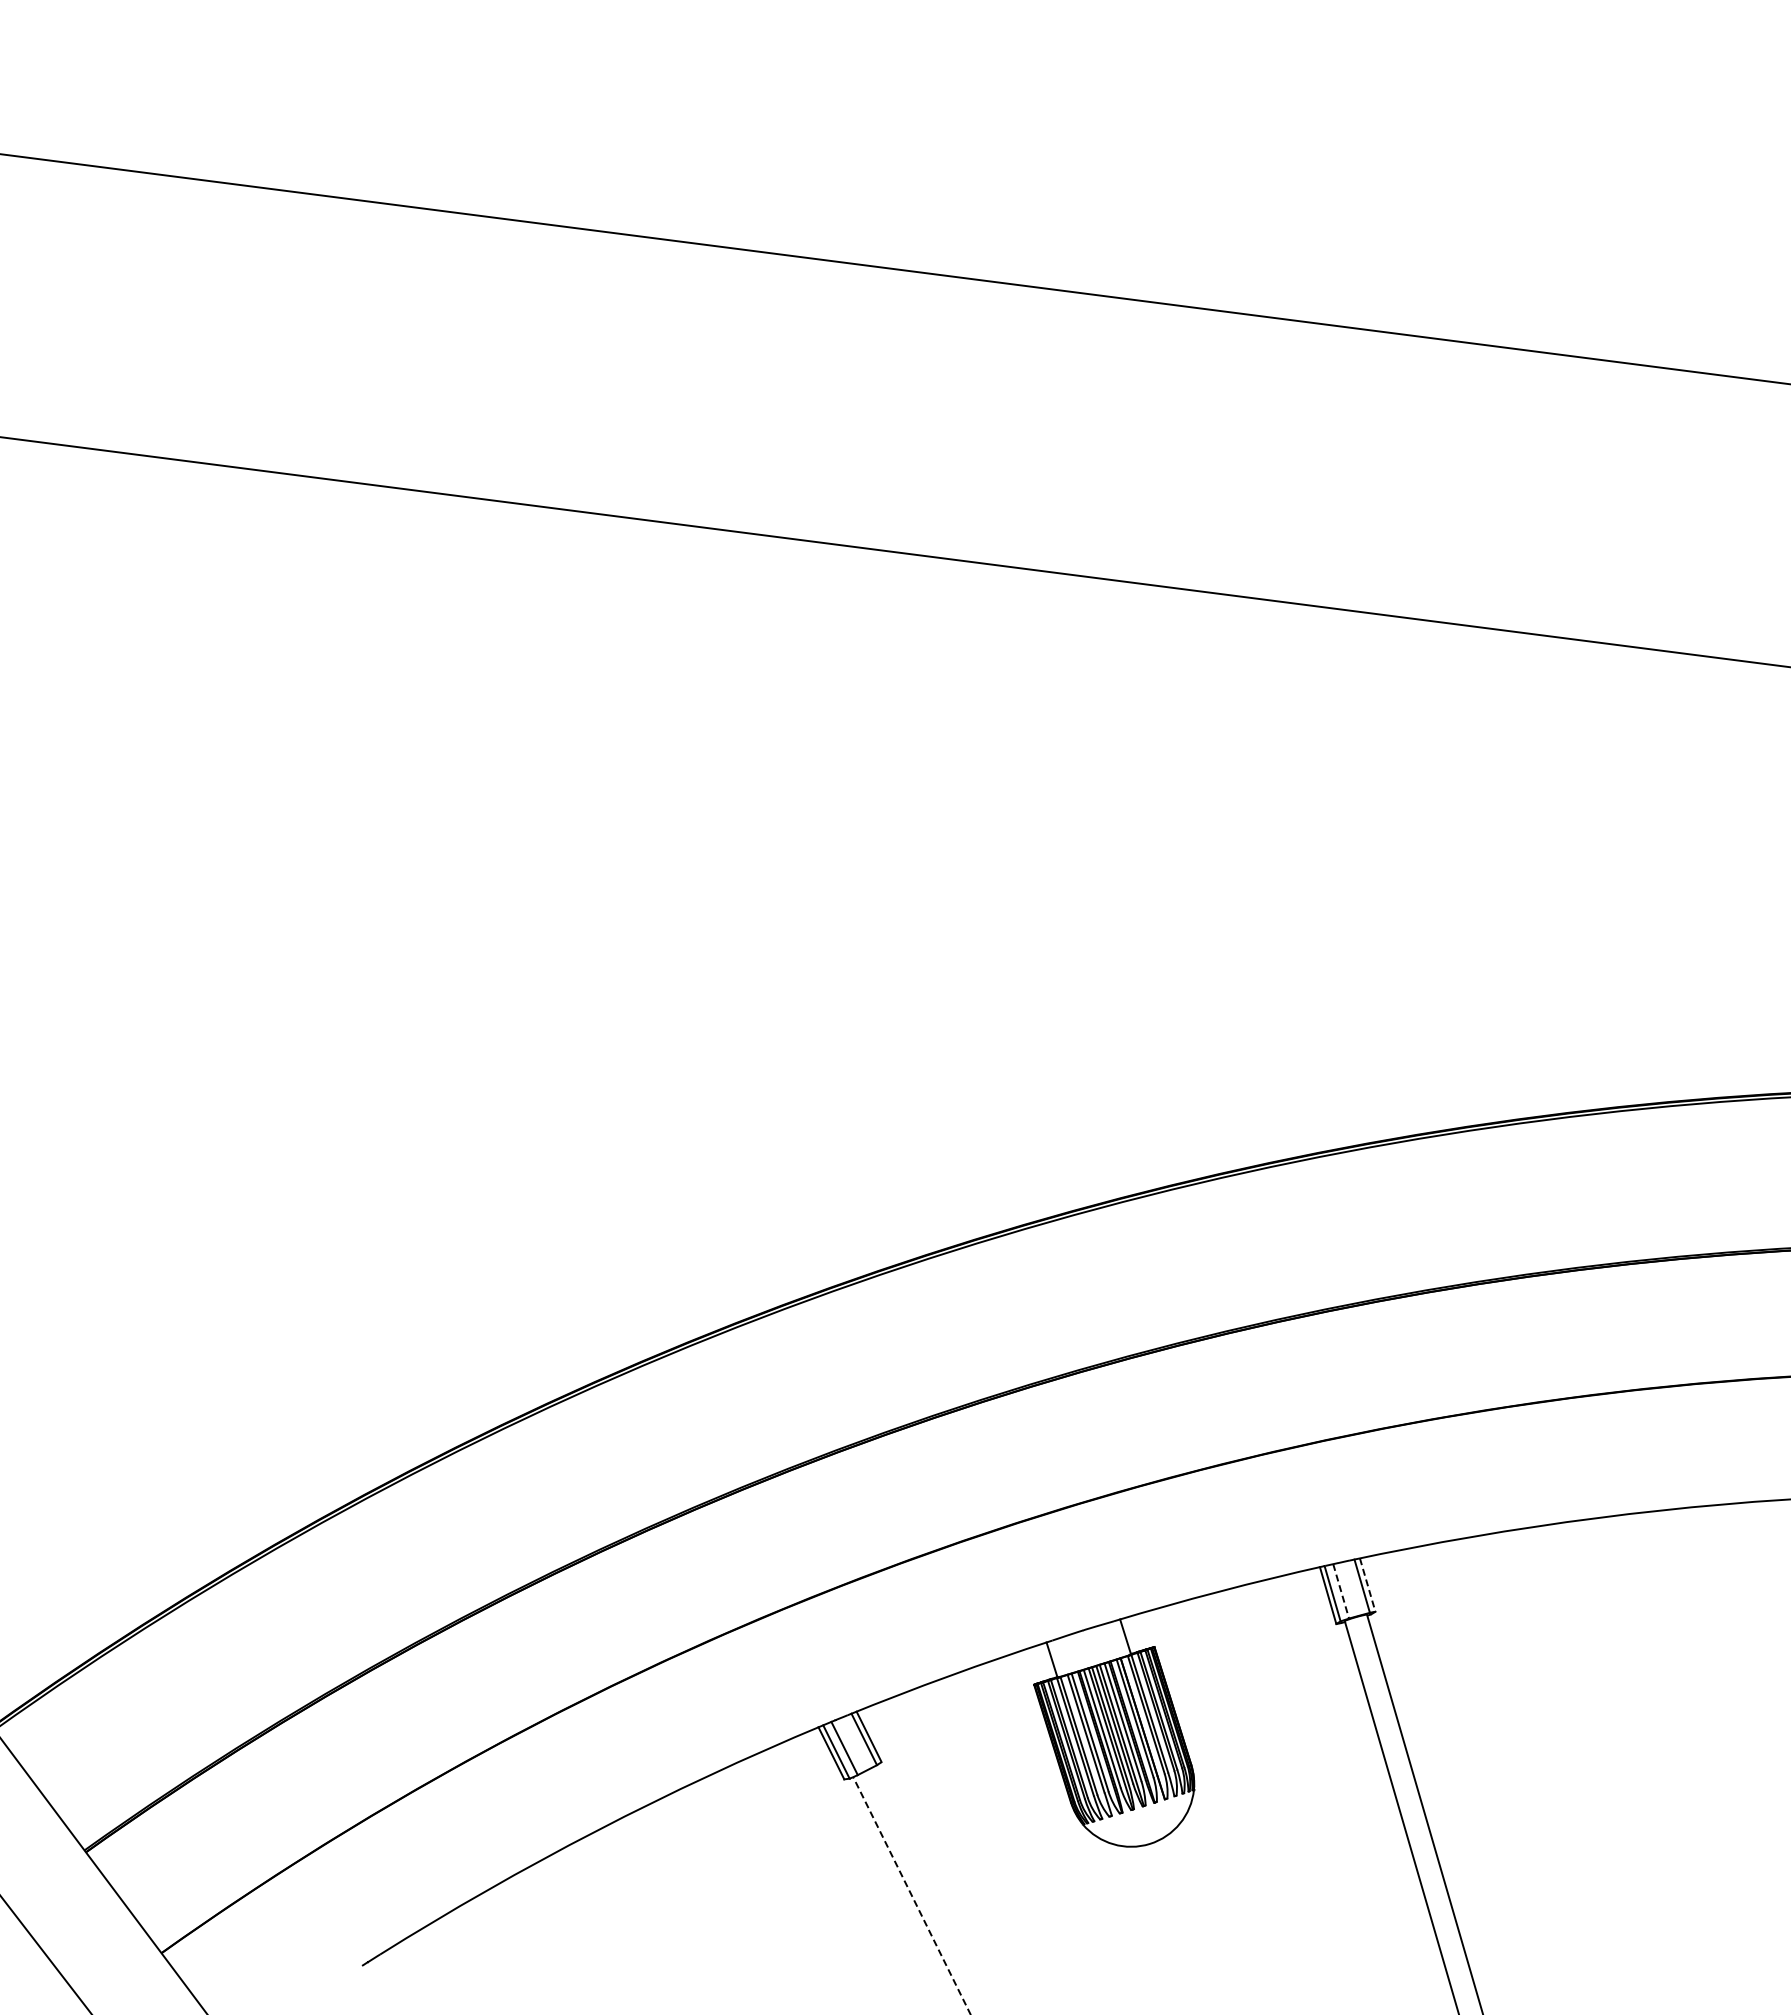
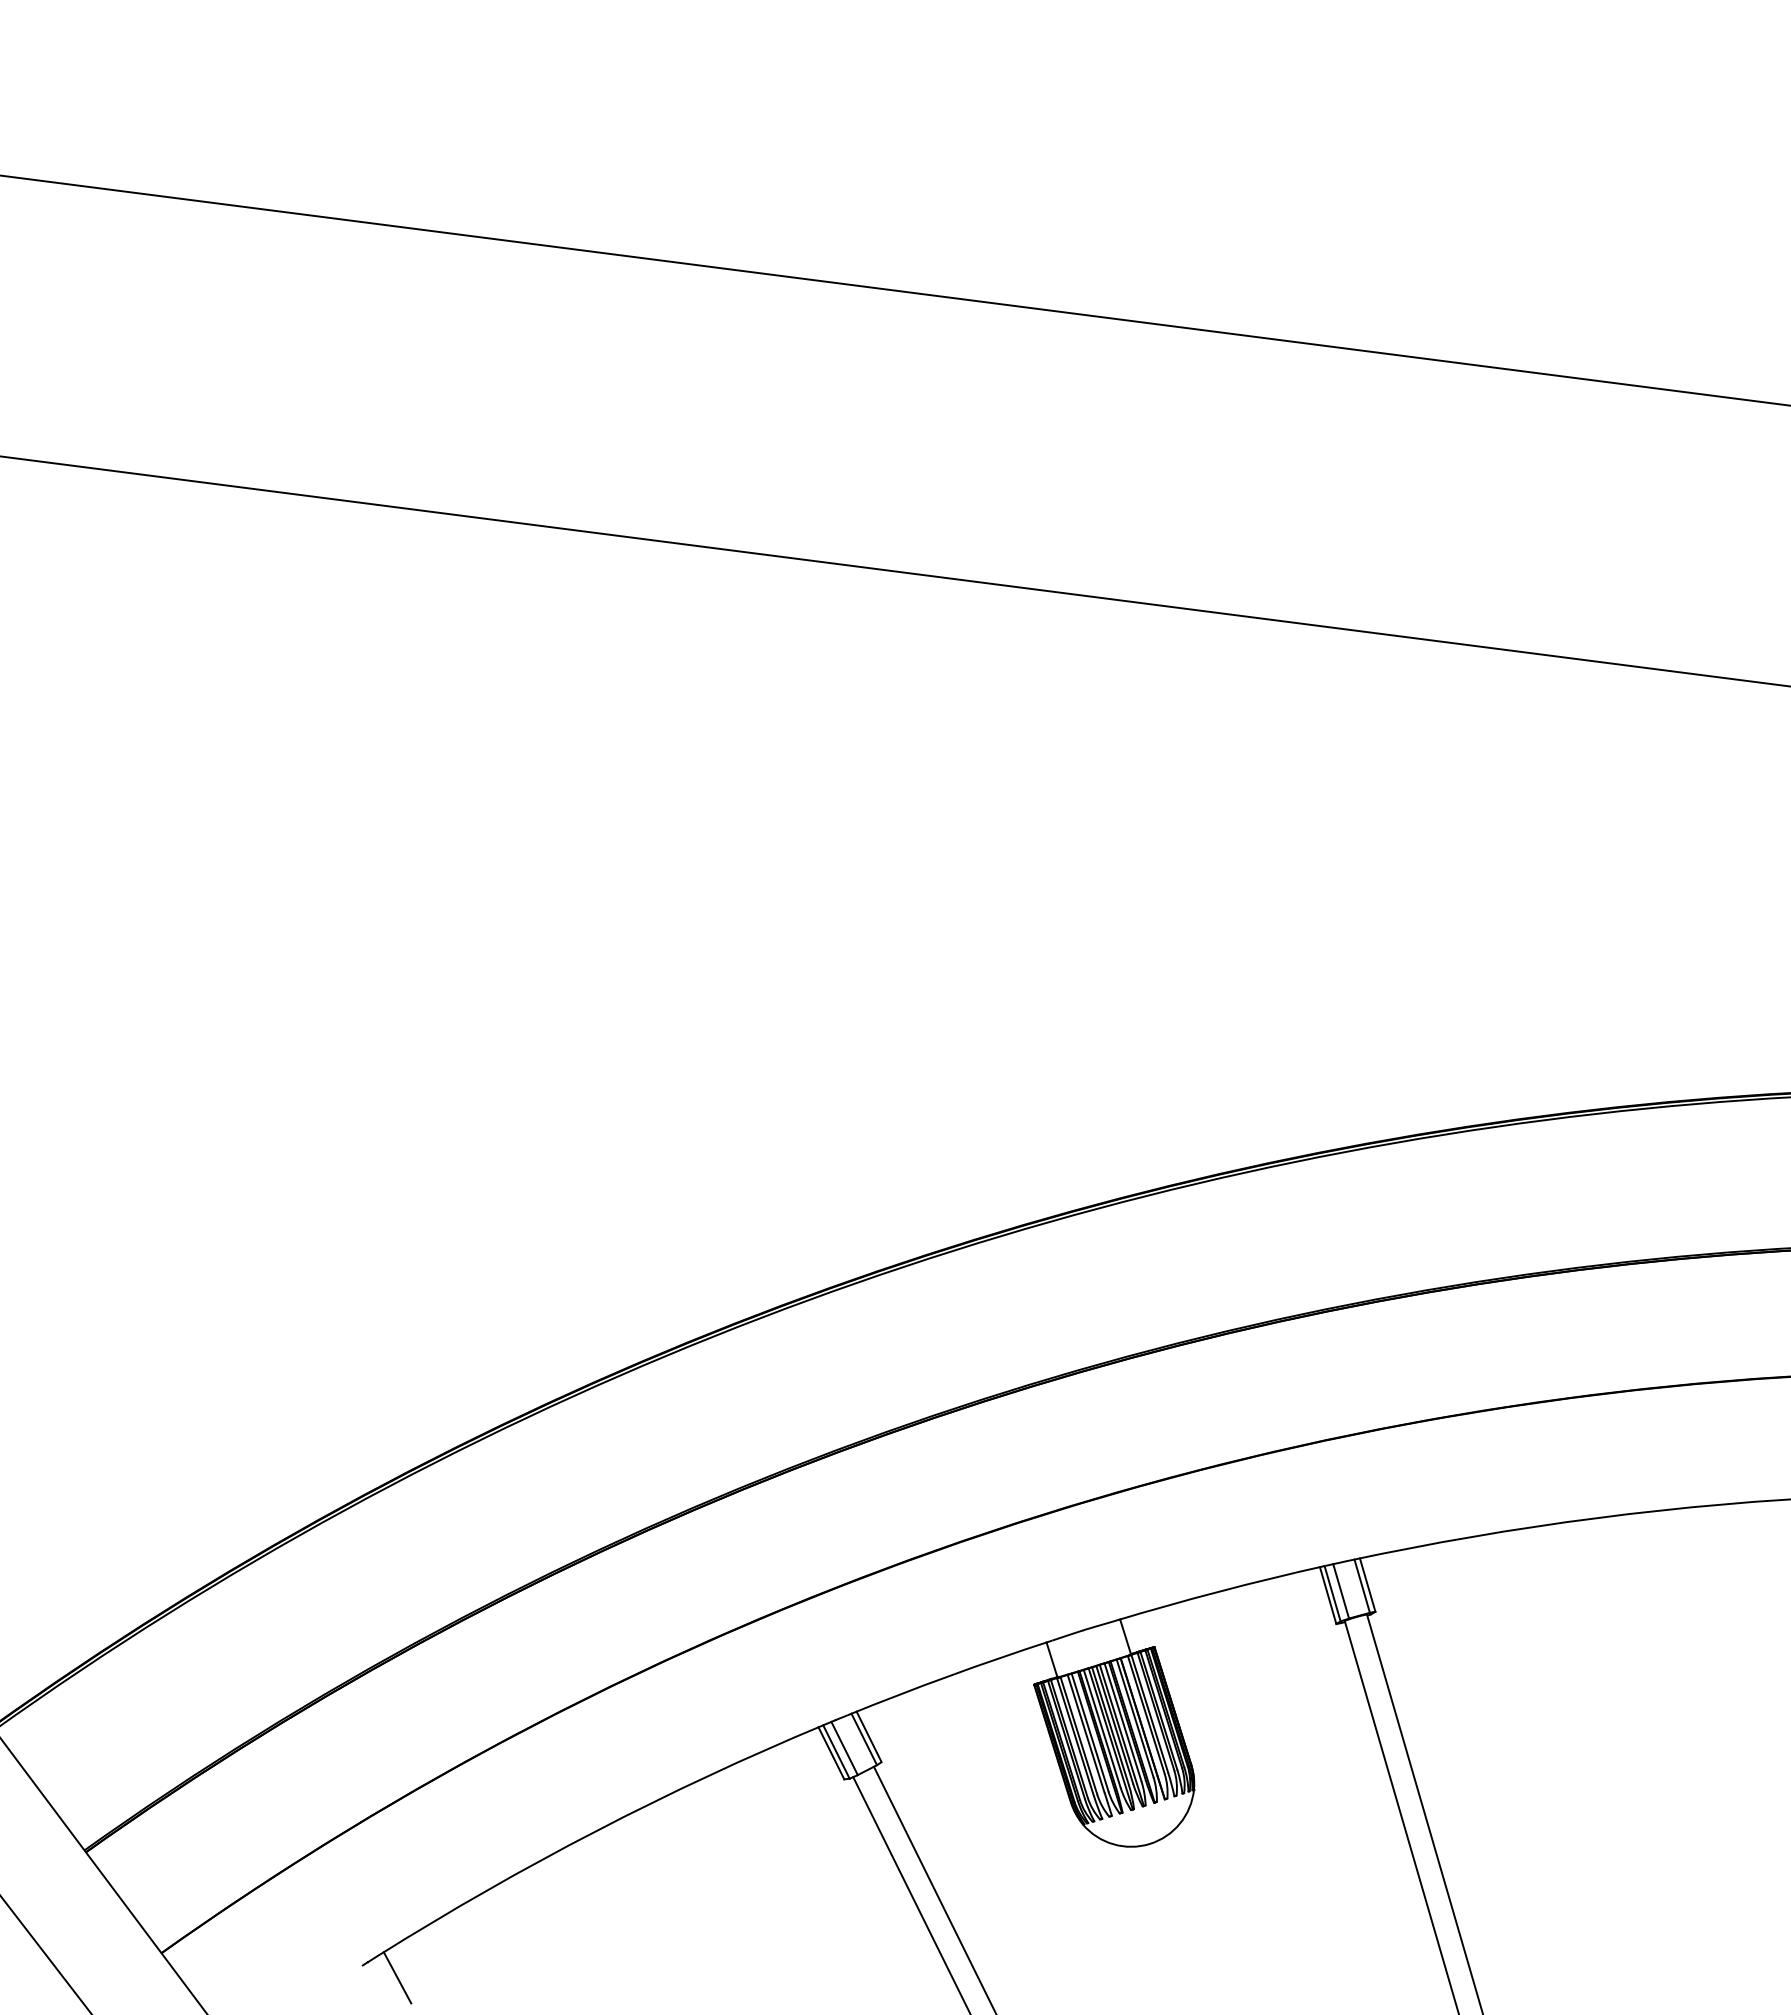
line at (894, 268) position: (894, 268) -> (894, 290)
line at (894, 551) position: (894, 551) -> (894, 571)
line at (1367, 1585): dashed -> solid
line at (1341, 1591): dashed -> solid
line at (933, 1888): none -> present
line at (911, 1895): dashed -> solid
line at (397, 1977): none -> present
